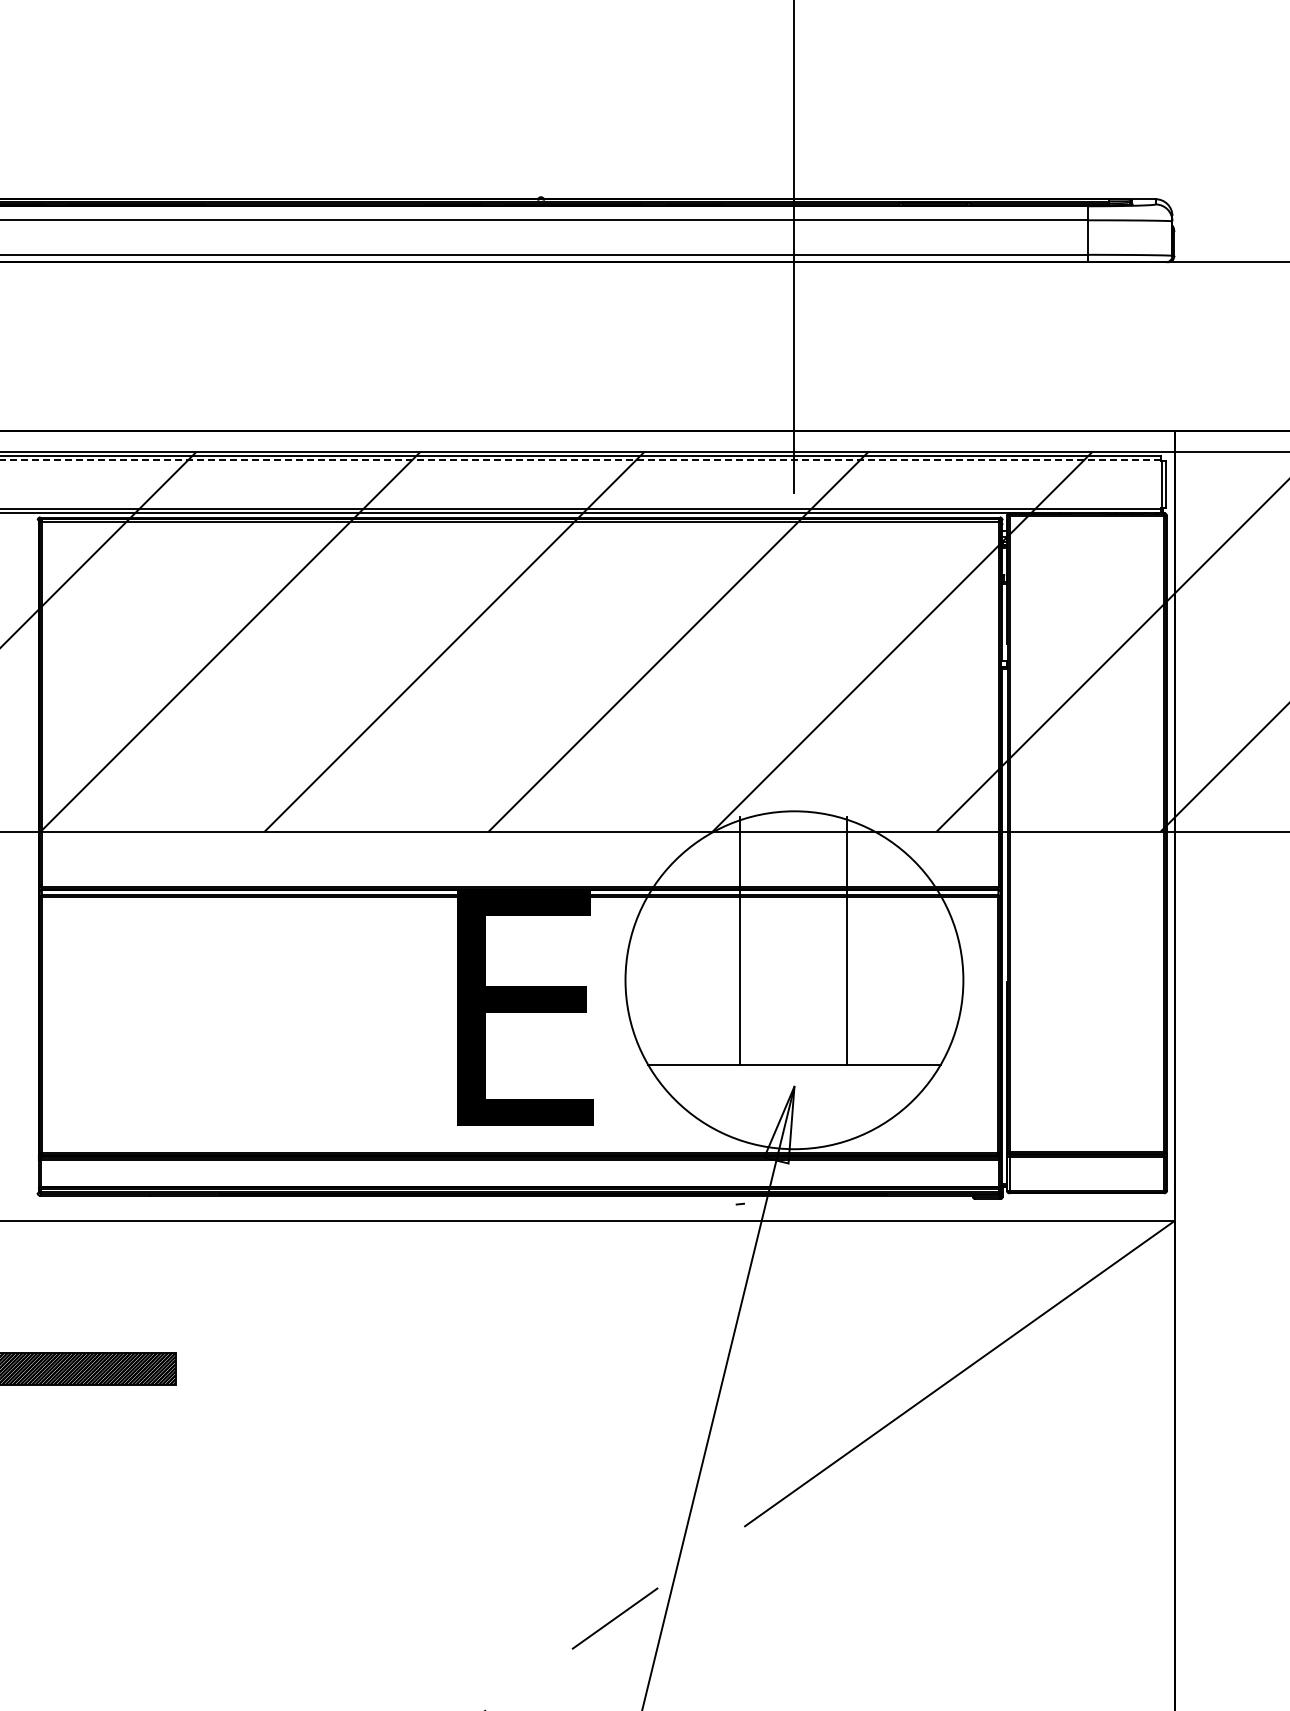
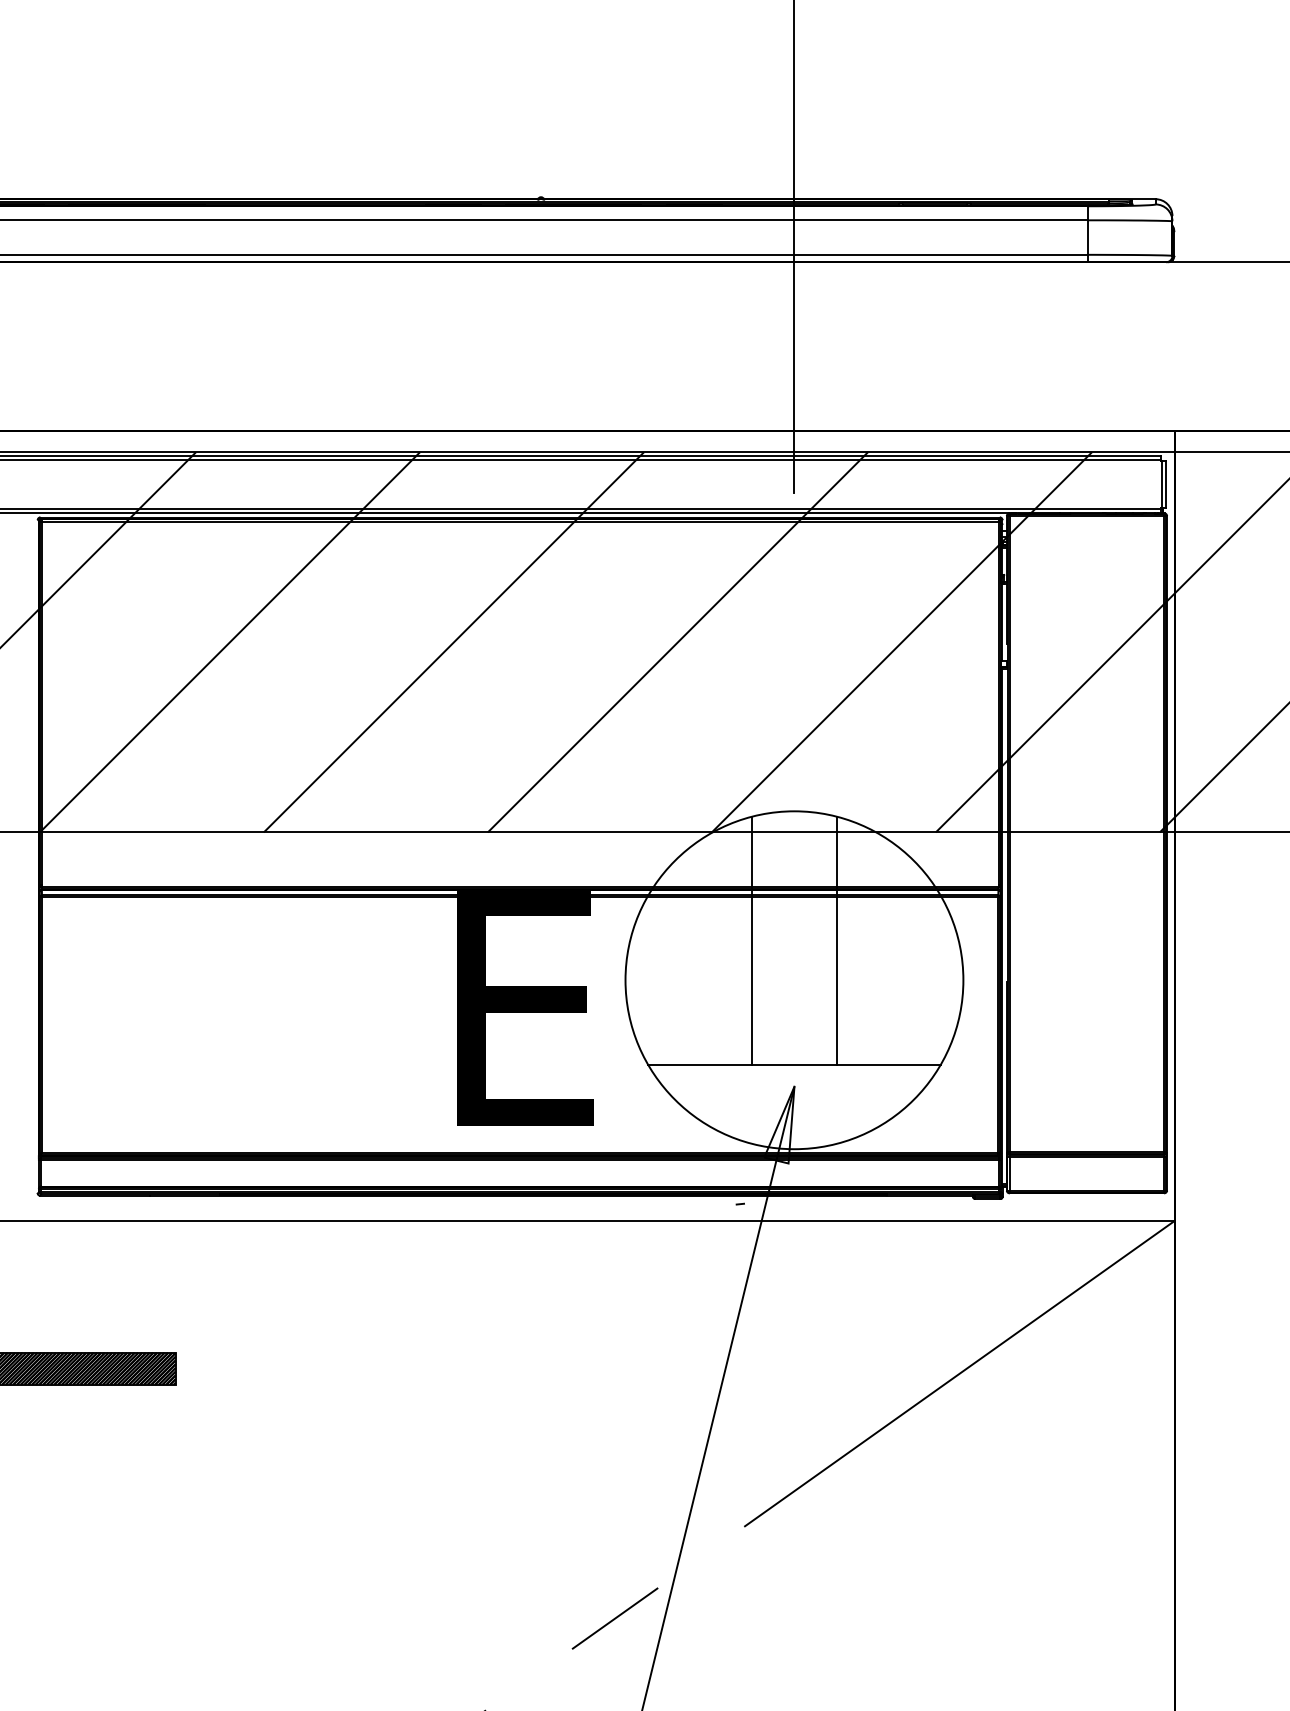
line at (580, 460): dashed -> solid
line at (740, 940) position: (740, 940) -> (752, 940)
line at (846, 940) position: (846, 940) -> (836, 940)
